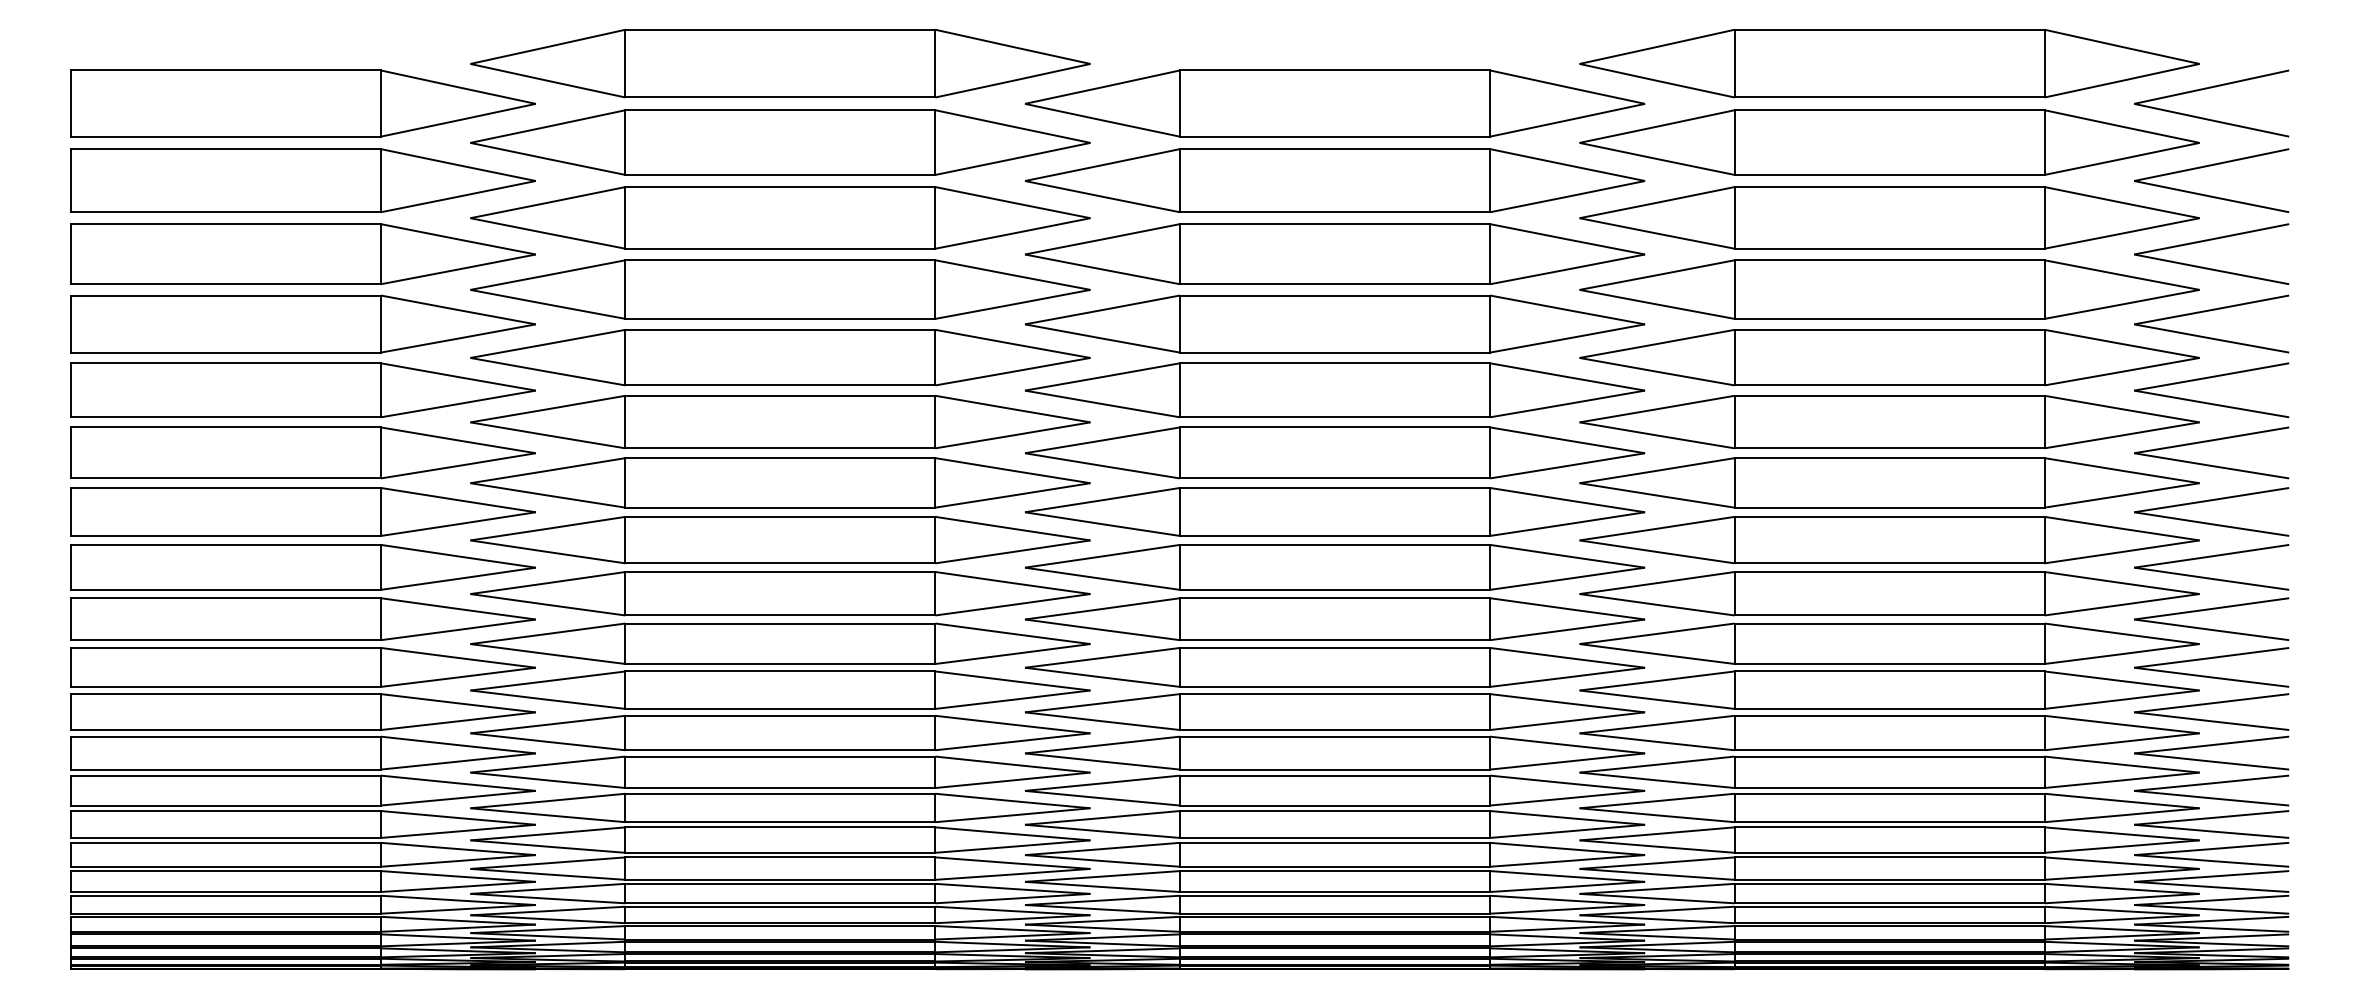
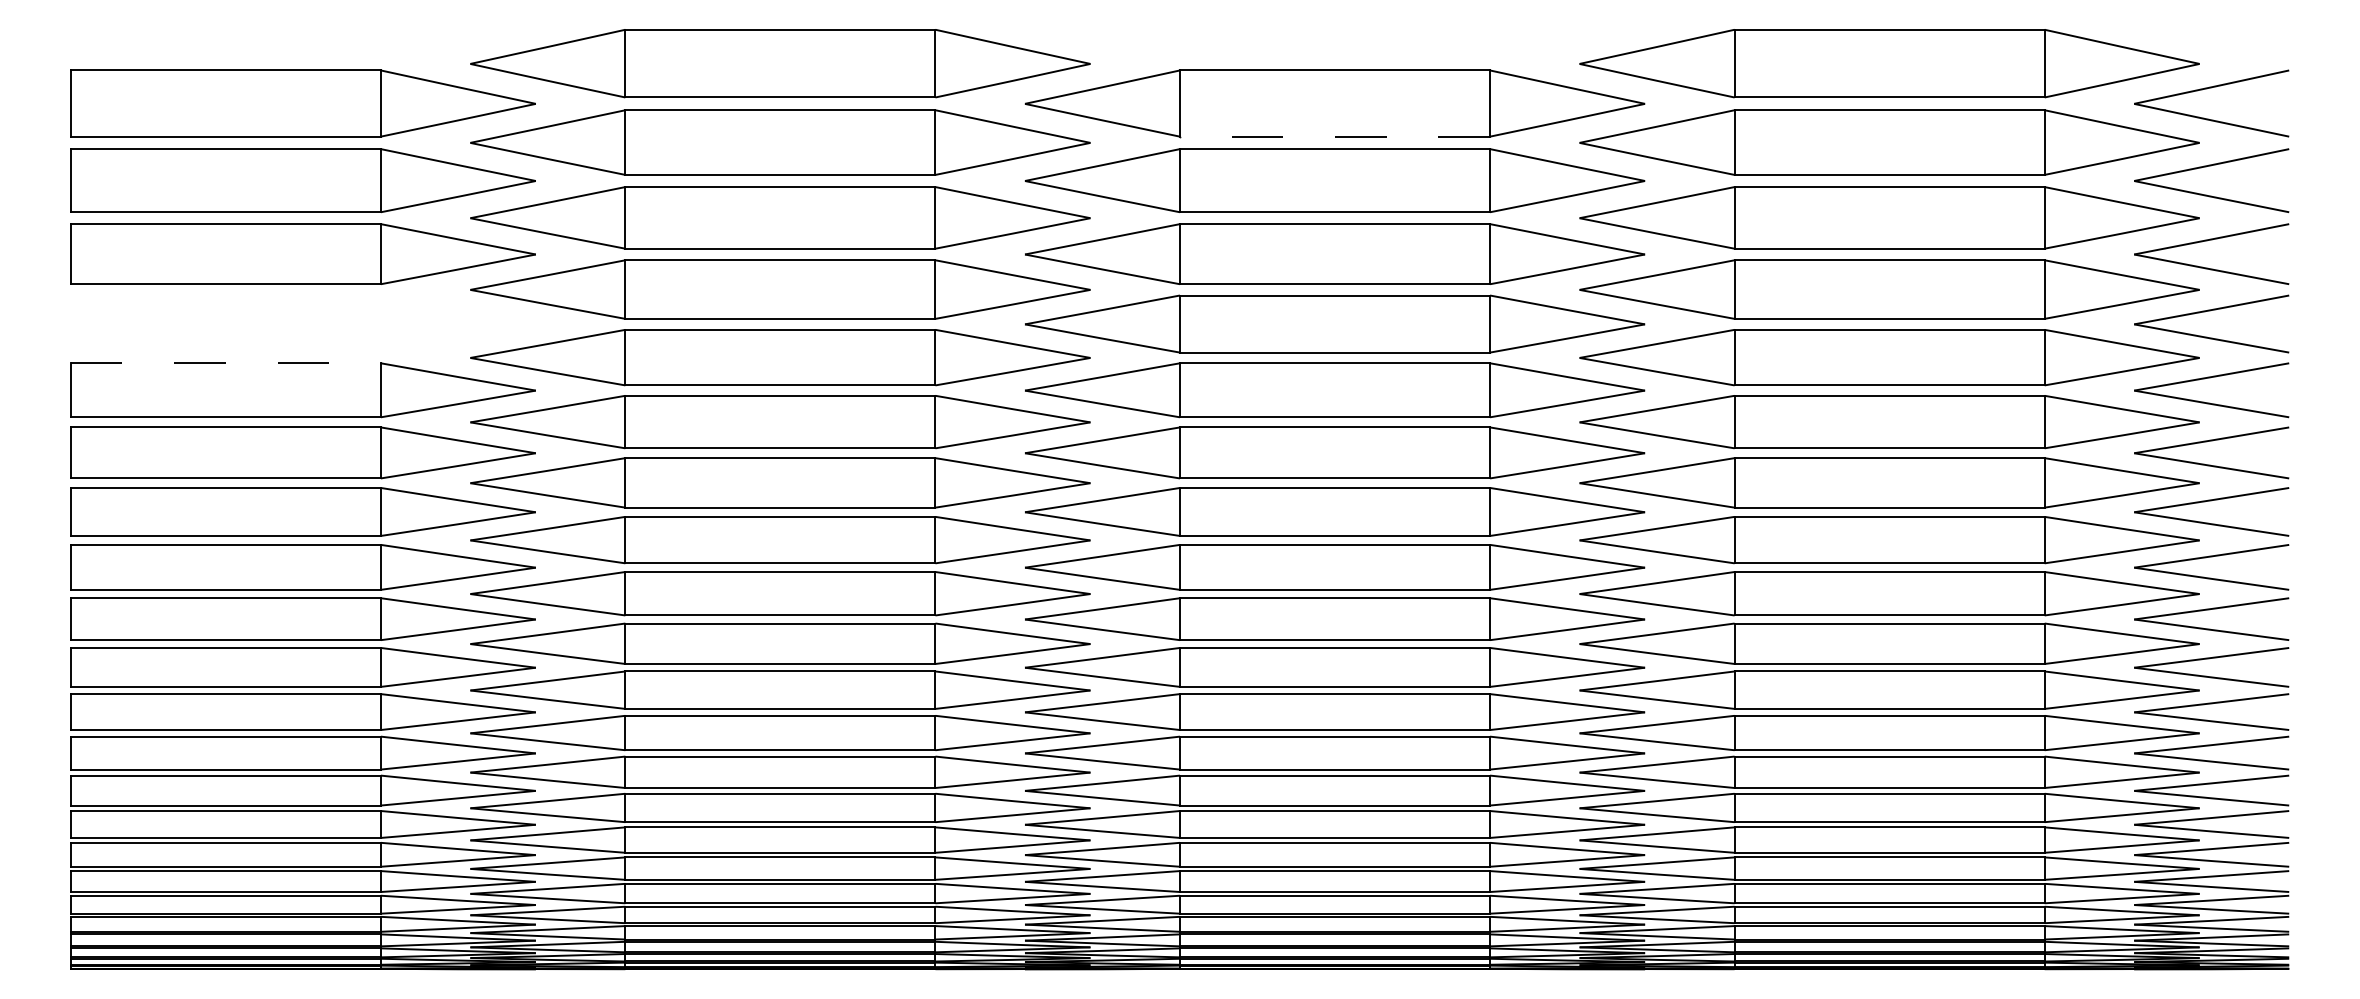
line at (1334, 136): solid -> dashed
part at (302, 323): present -> none
line at (226, 363): solid -> dashed
